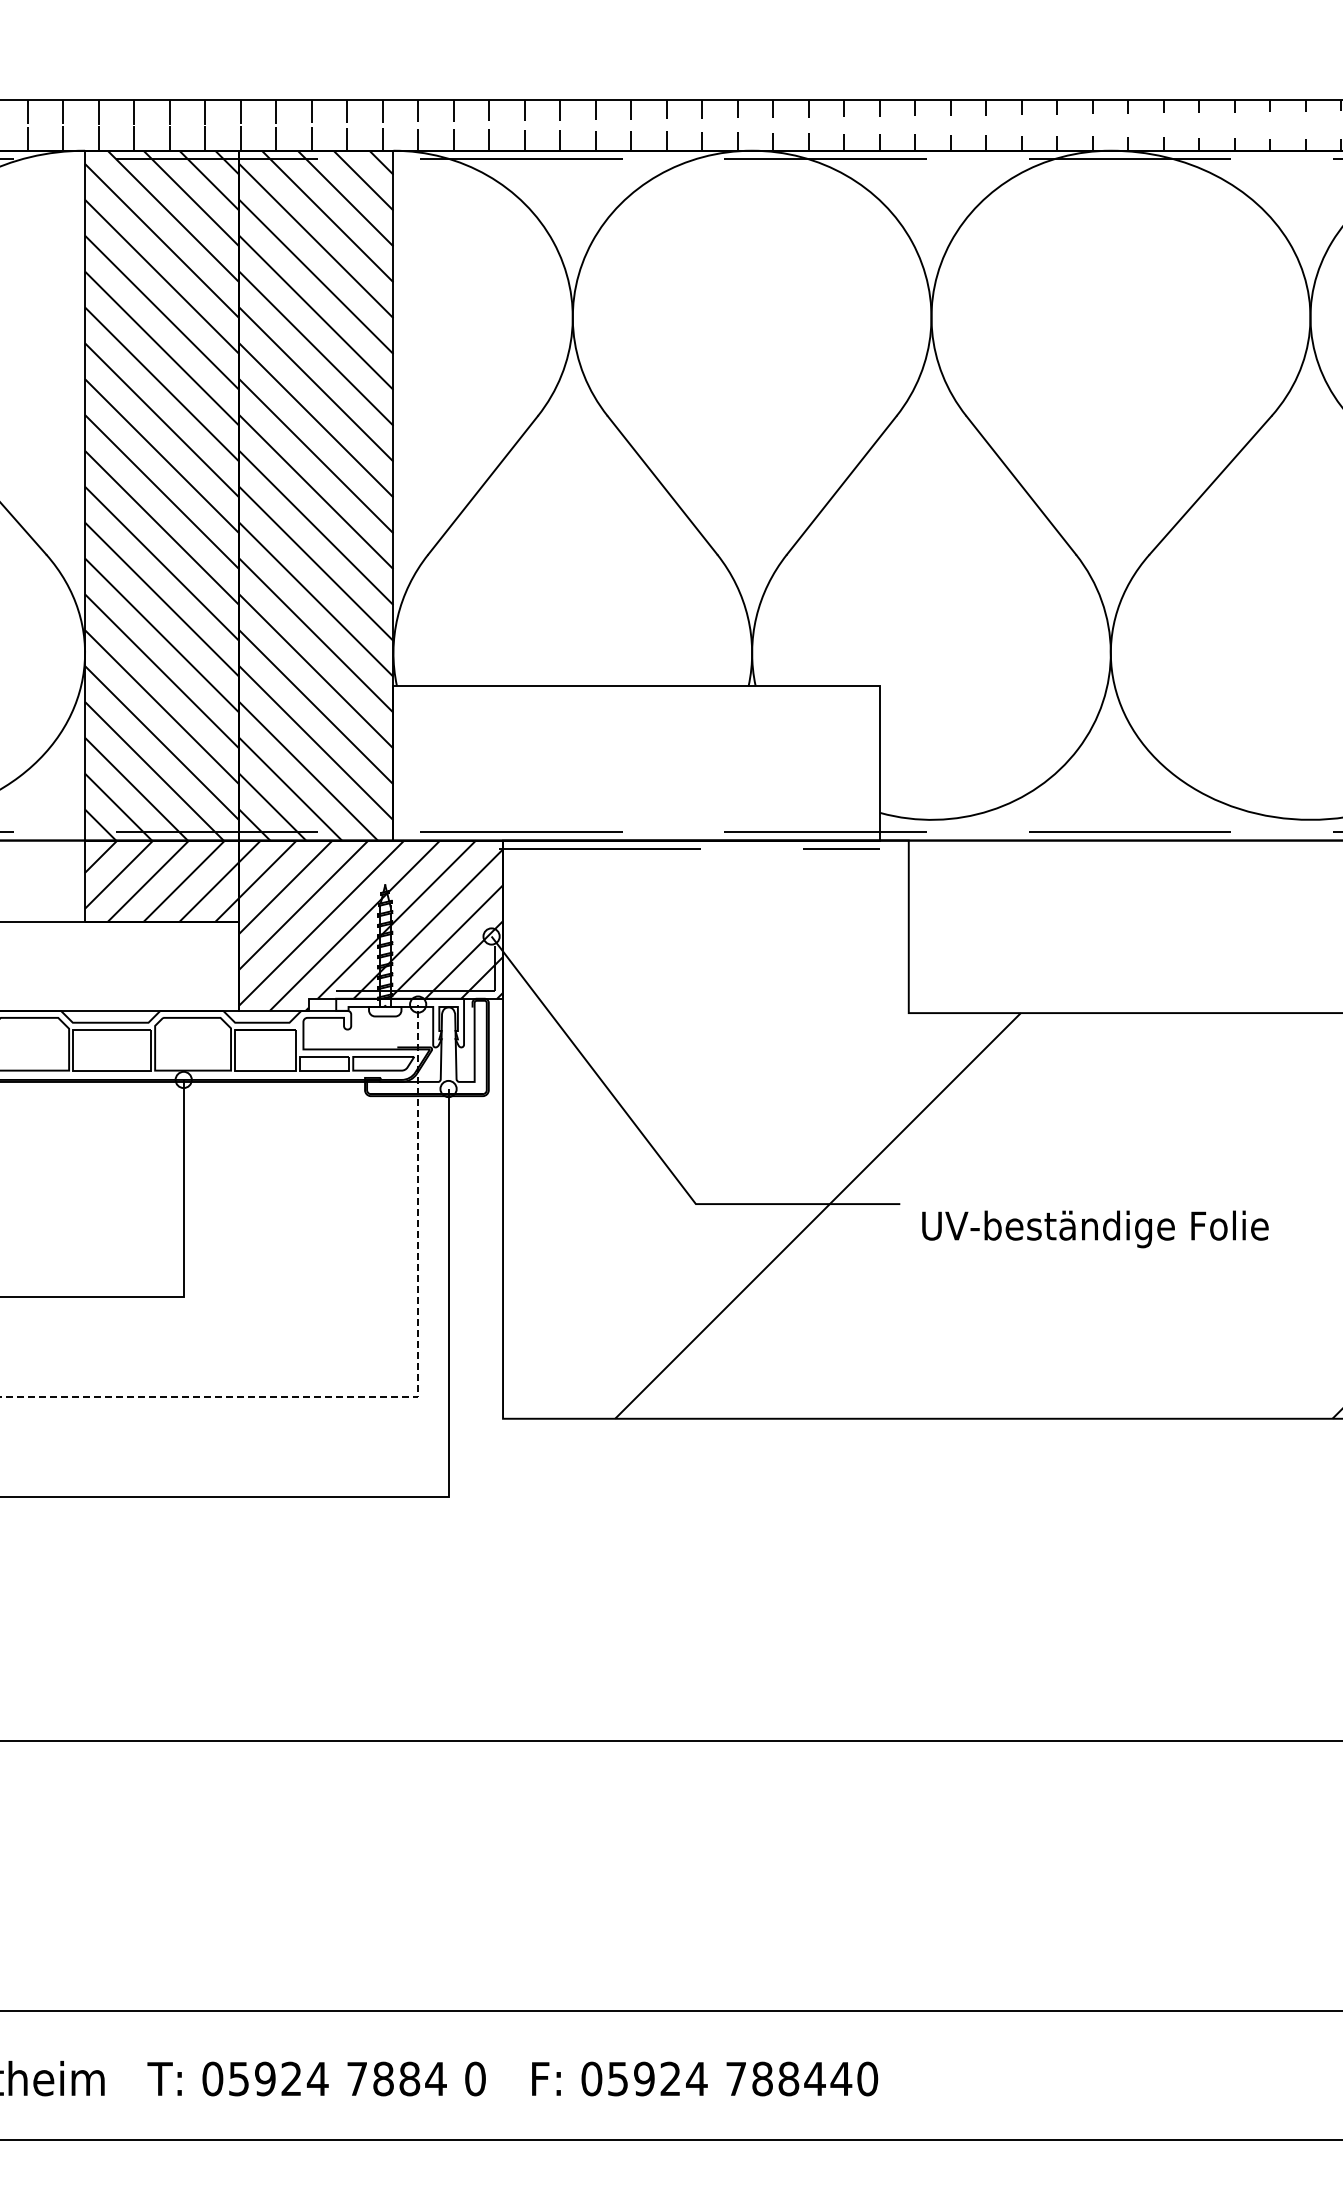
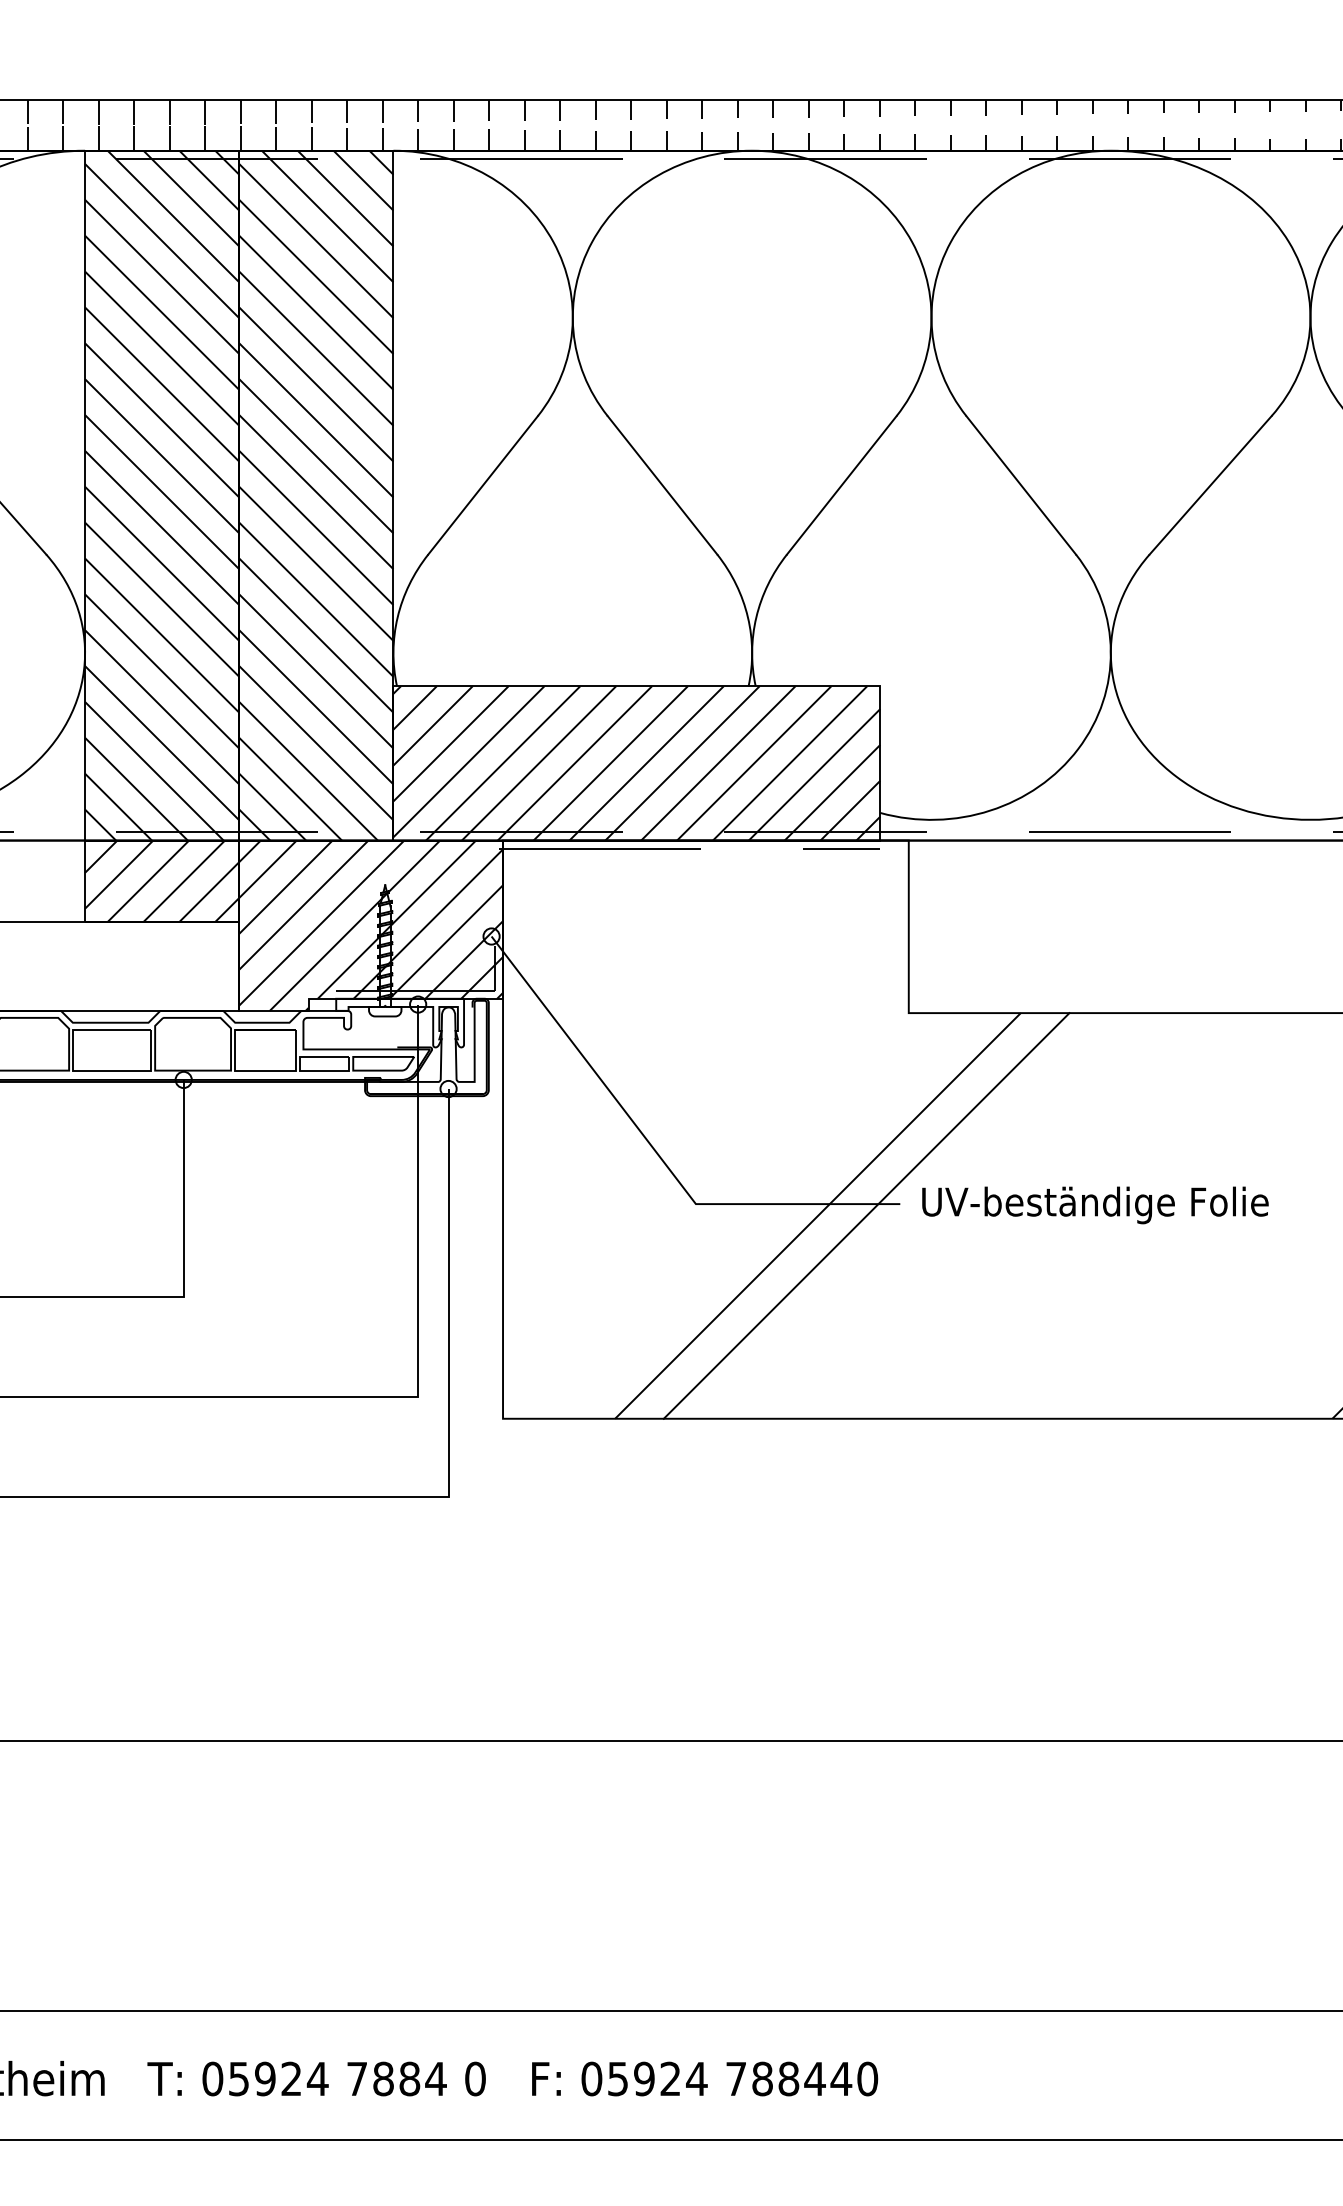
hatch at (636, 763): none -> present
line at (866, 1215): none -> present
text at (1095, 1229) position: (1095, 1229) -> (1095, 1205)
line at (406, 1397): dashed -> solid
